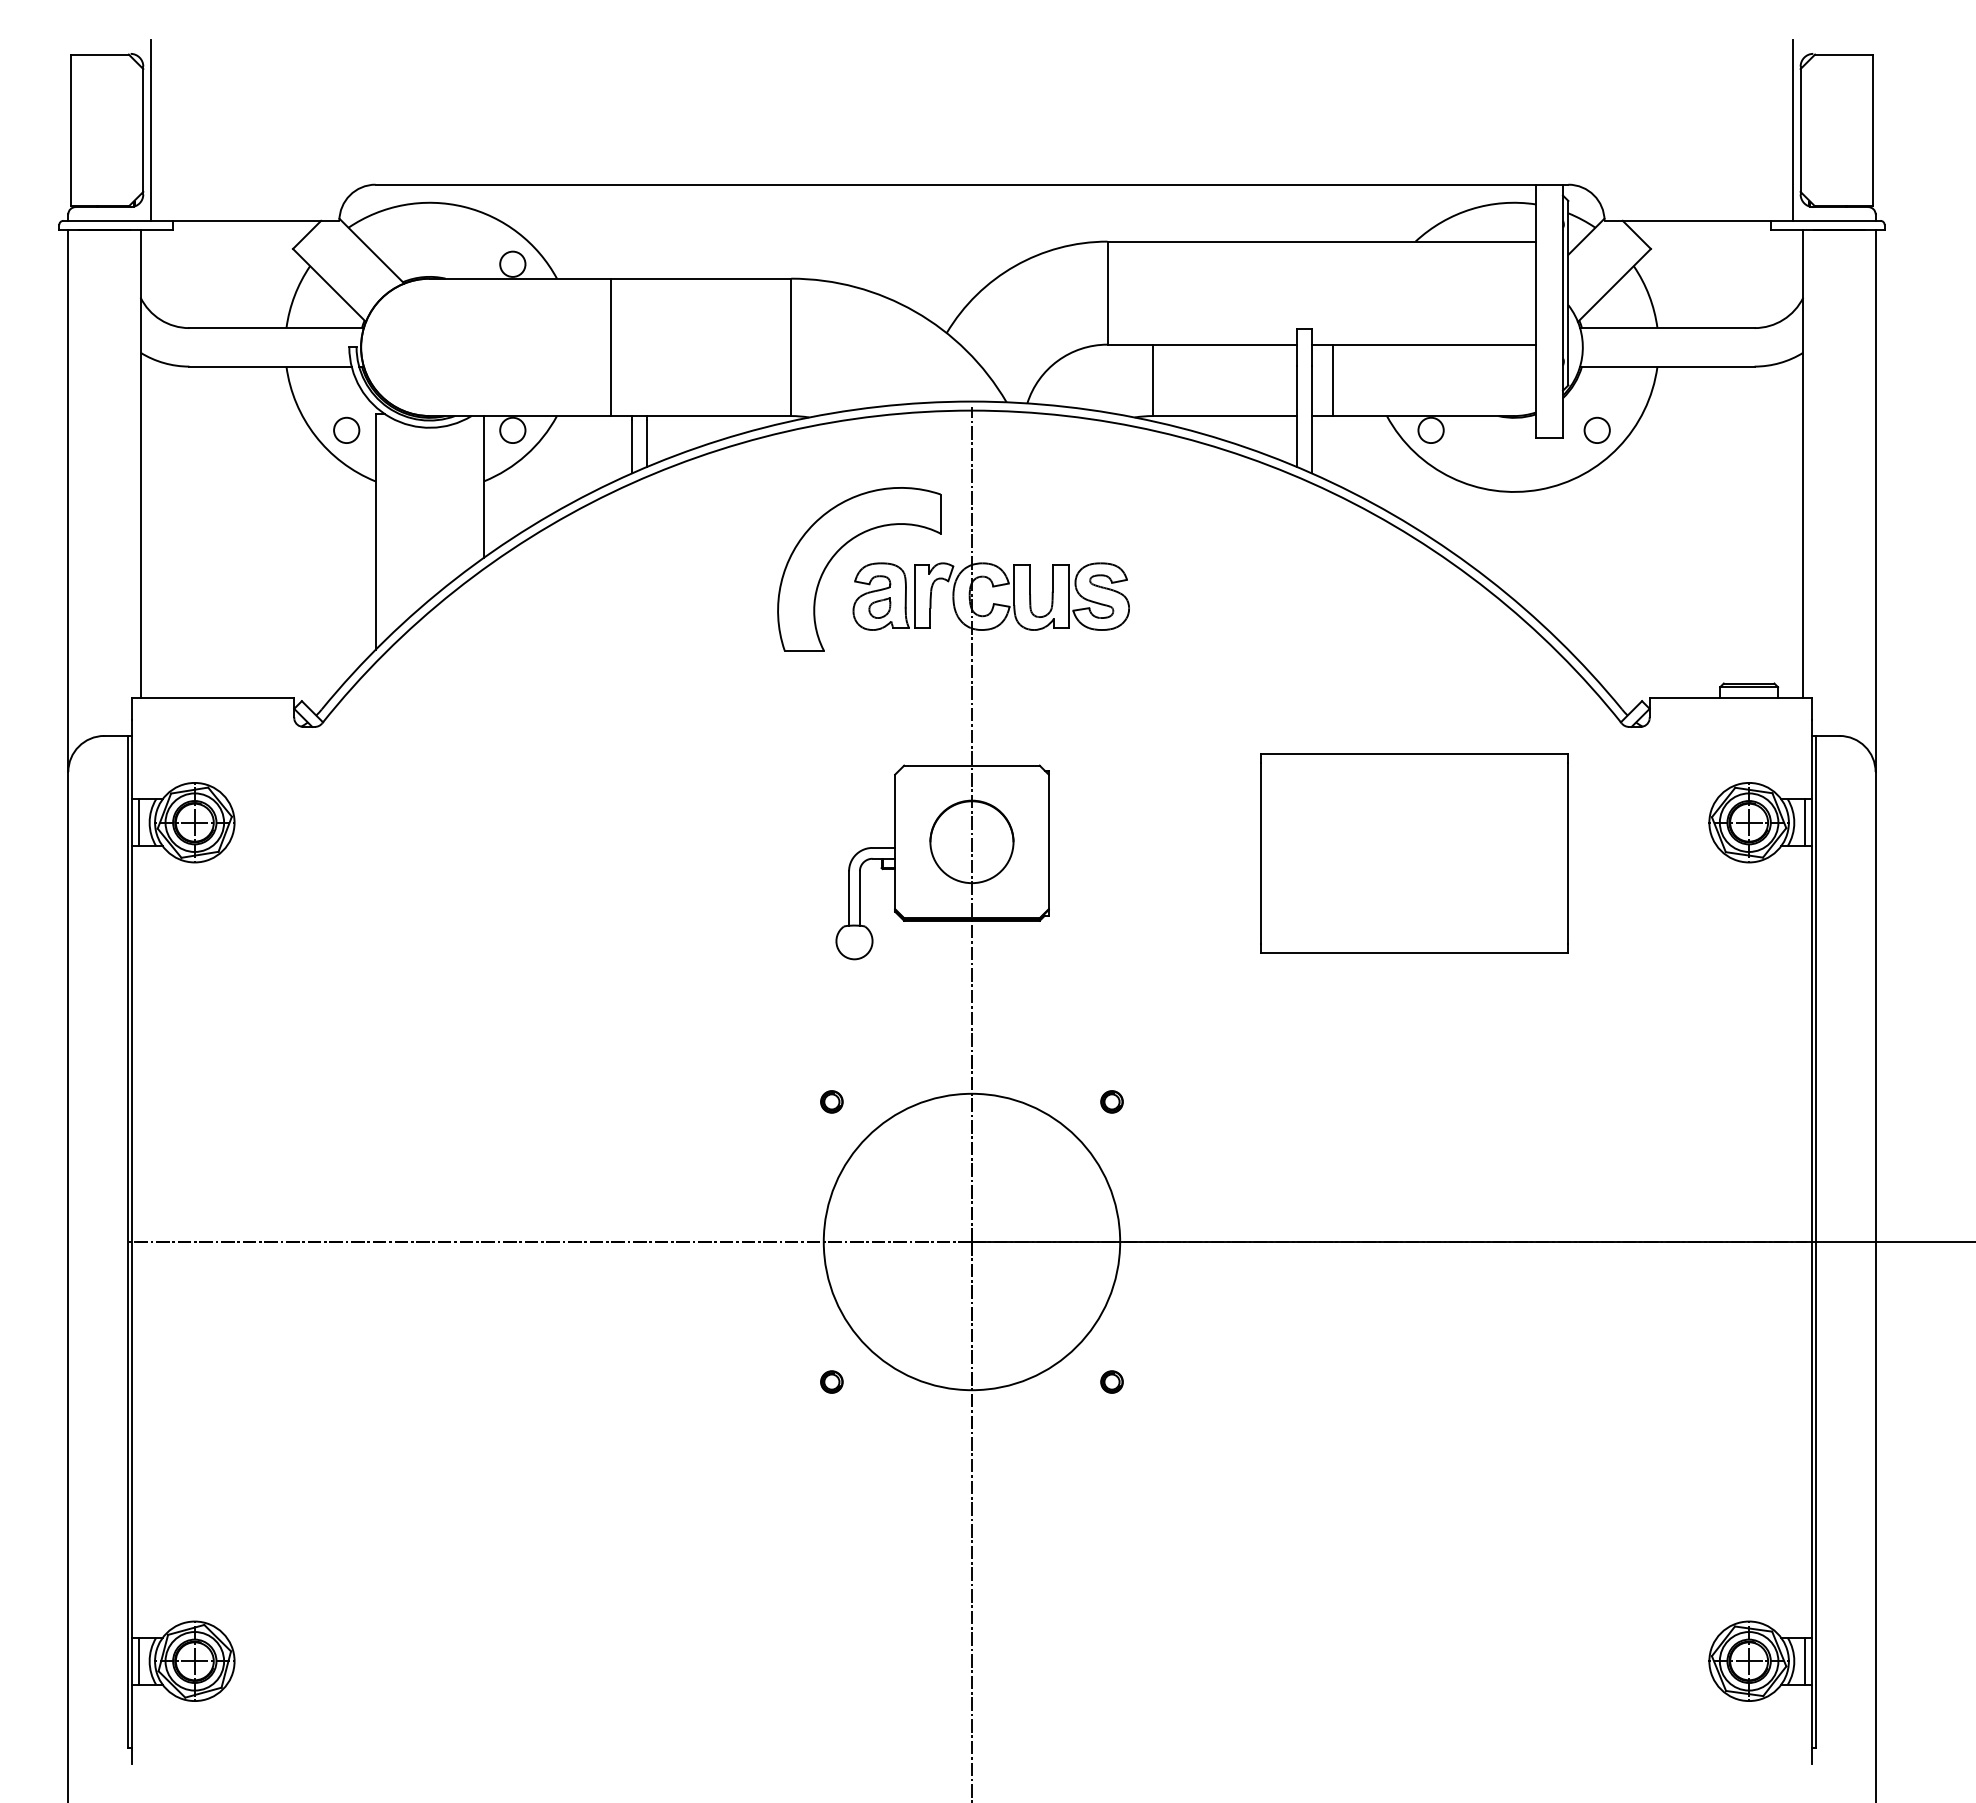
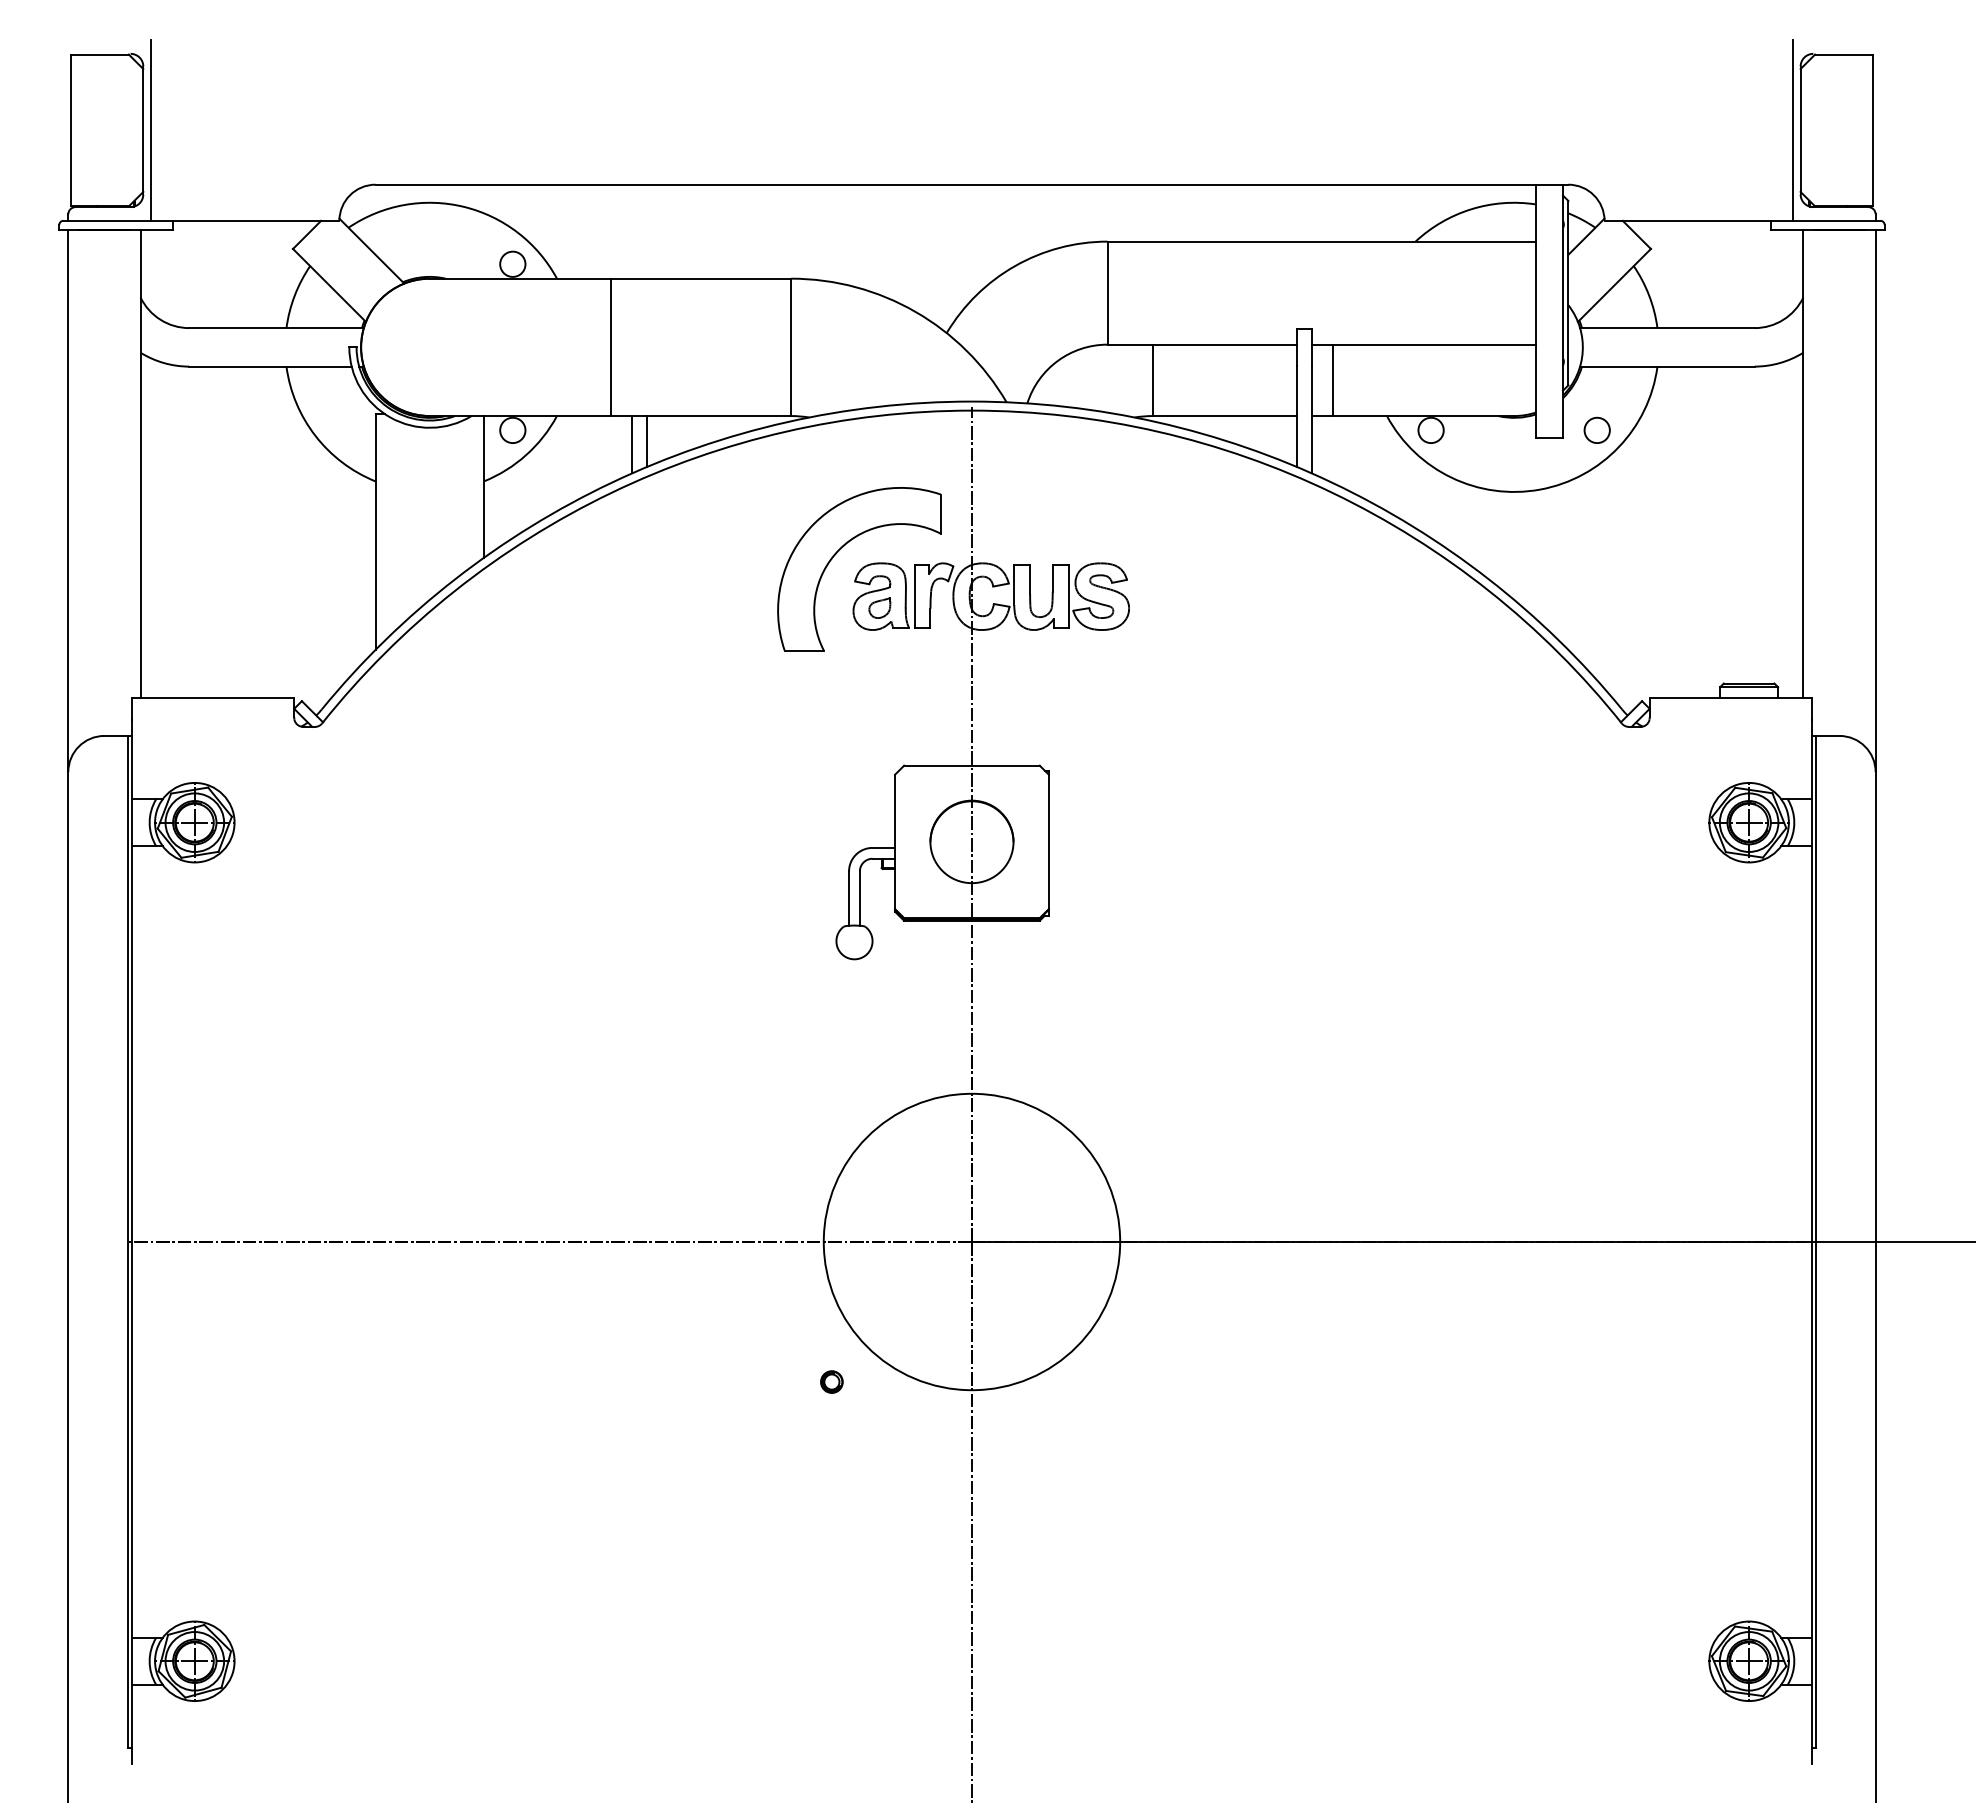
circle at (346, 429): present -> none
line at (138, 822): present -> none
line at (1805, 822): present -> none
part at (1414, 853): present -> none
part at (831, 1101): present -> none
part at (1111, 1101): present -> none
part at (1111, 1381): present -> none
line at (138, 1660): present -> none
line at (1805, 1660): present -> none
